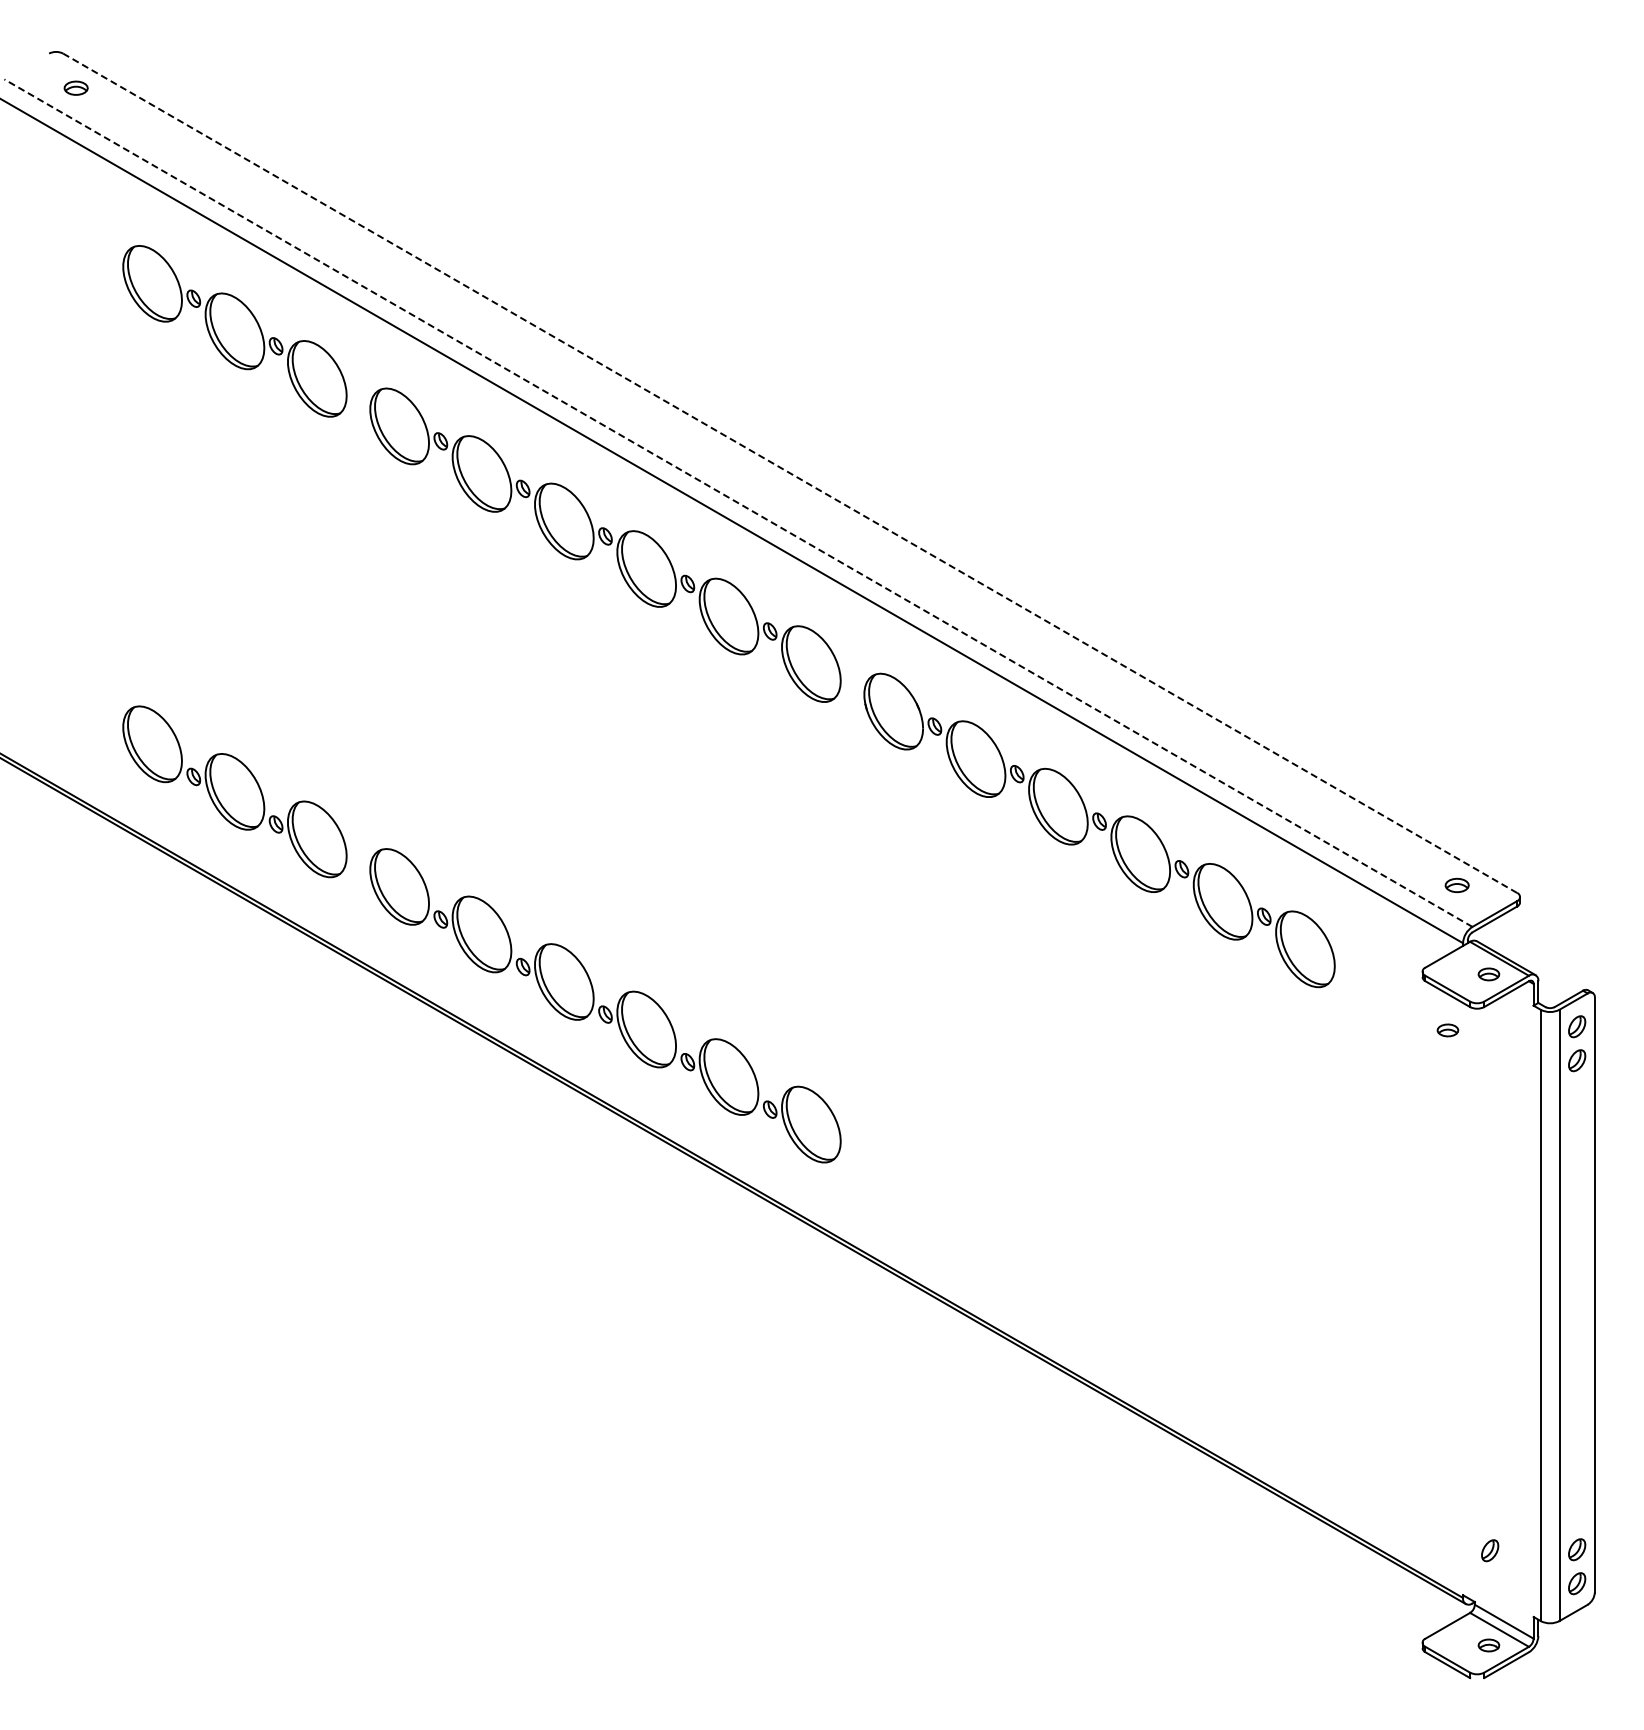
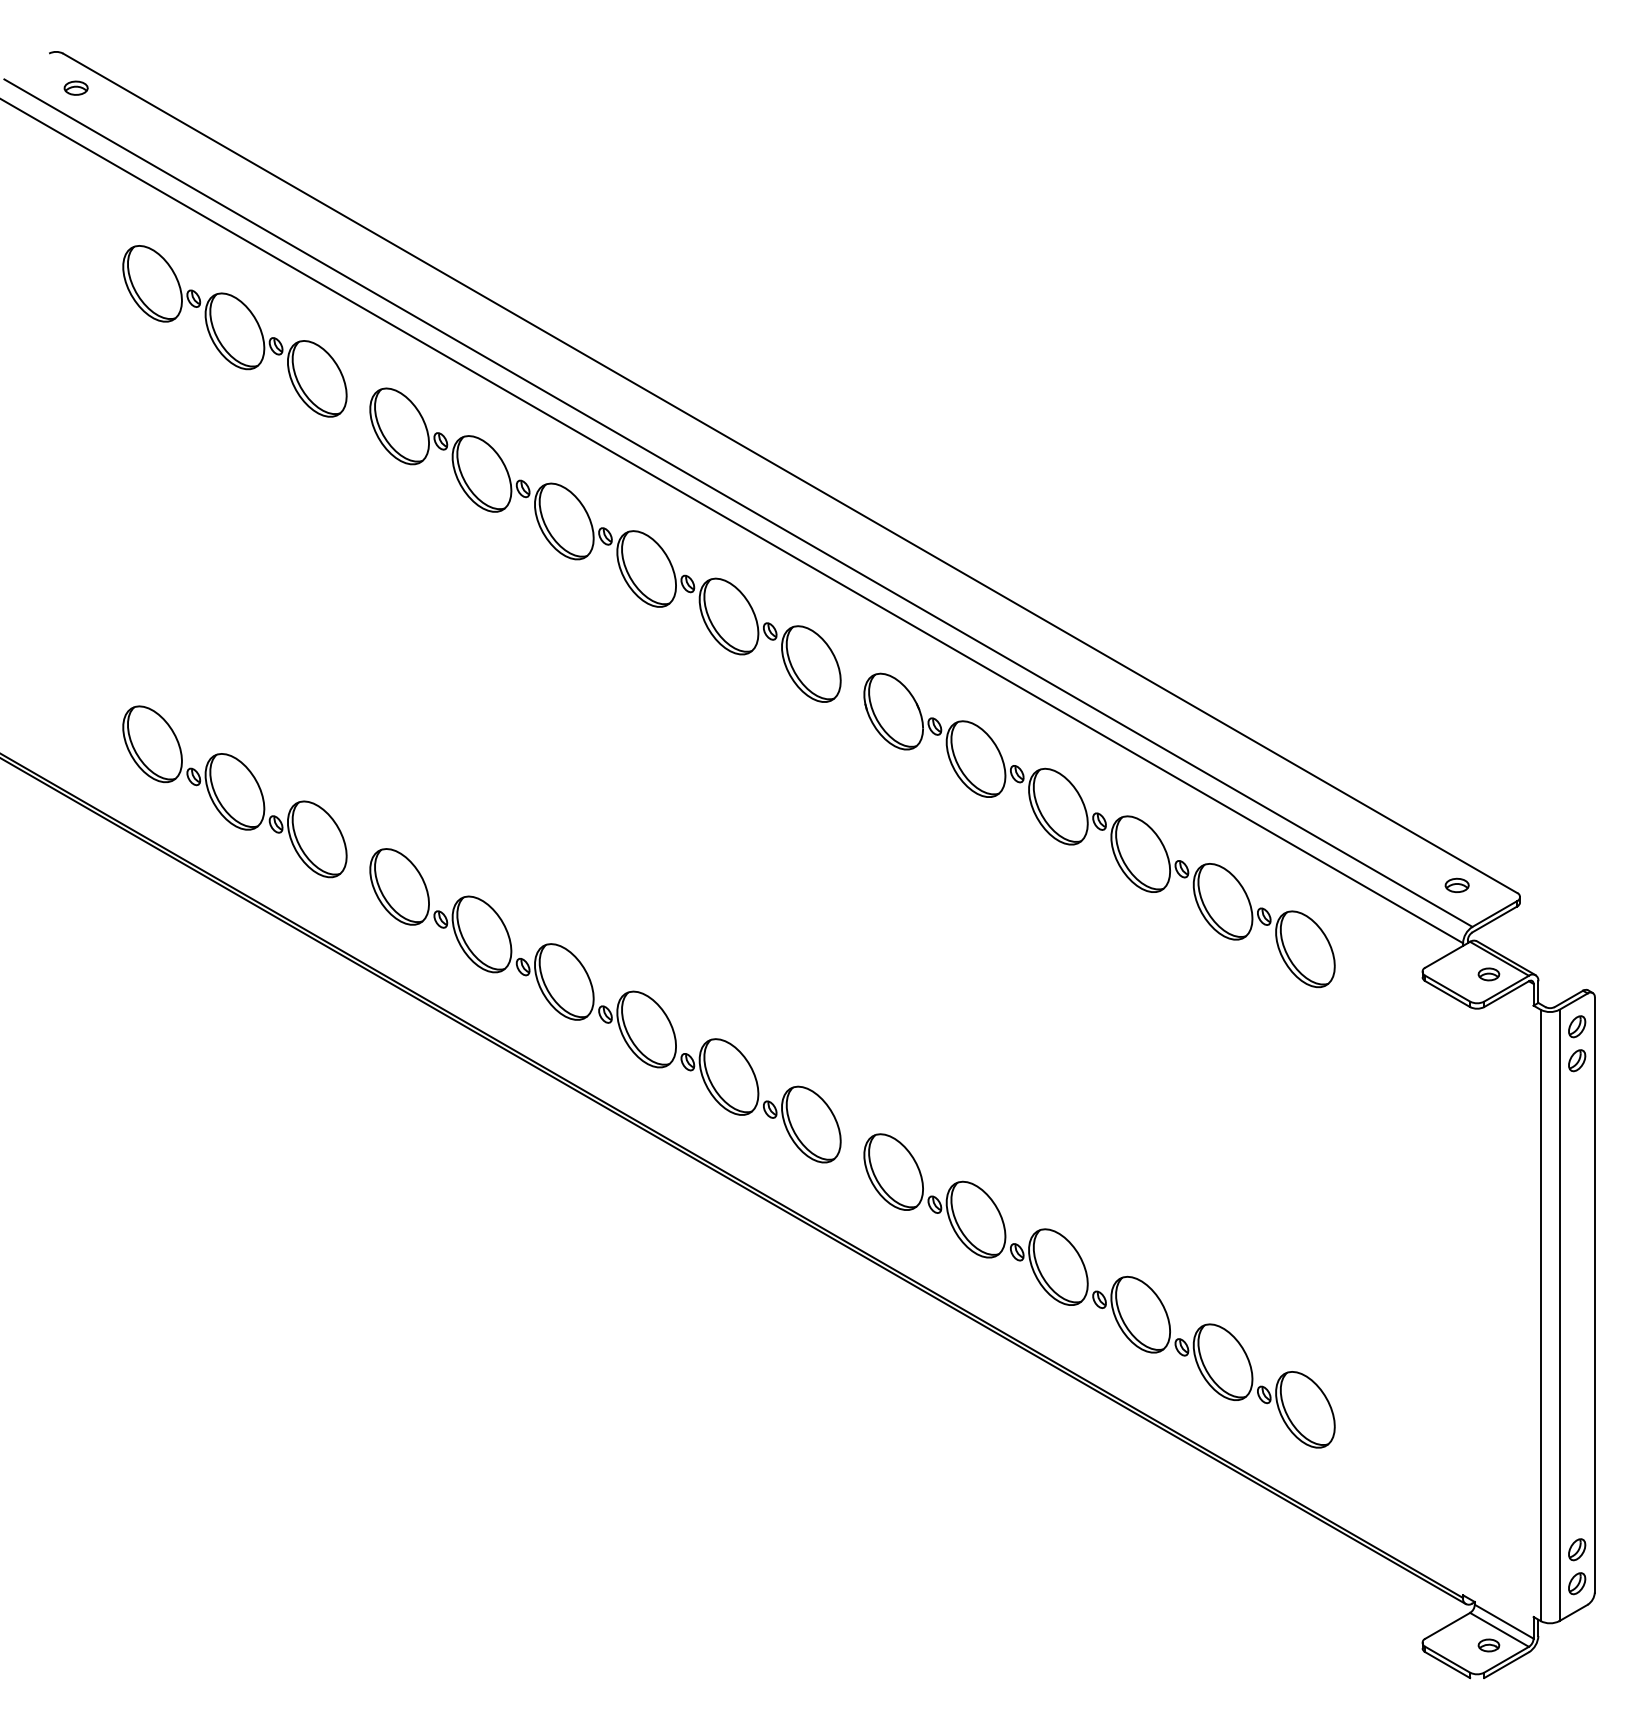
line at (789, 473): dashed -> solid
line at (738, 503): dashed -> solid
part at (1447, 1030): present -> none
part at (1099, 1290): none -> present
part at (1490, 1550): present -> none
